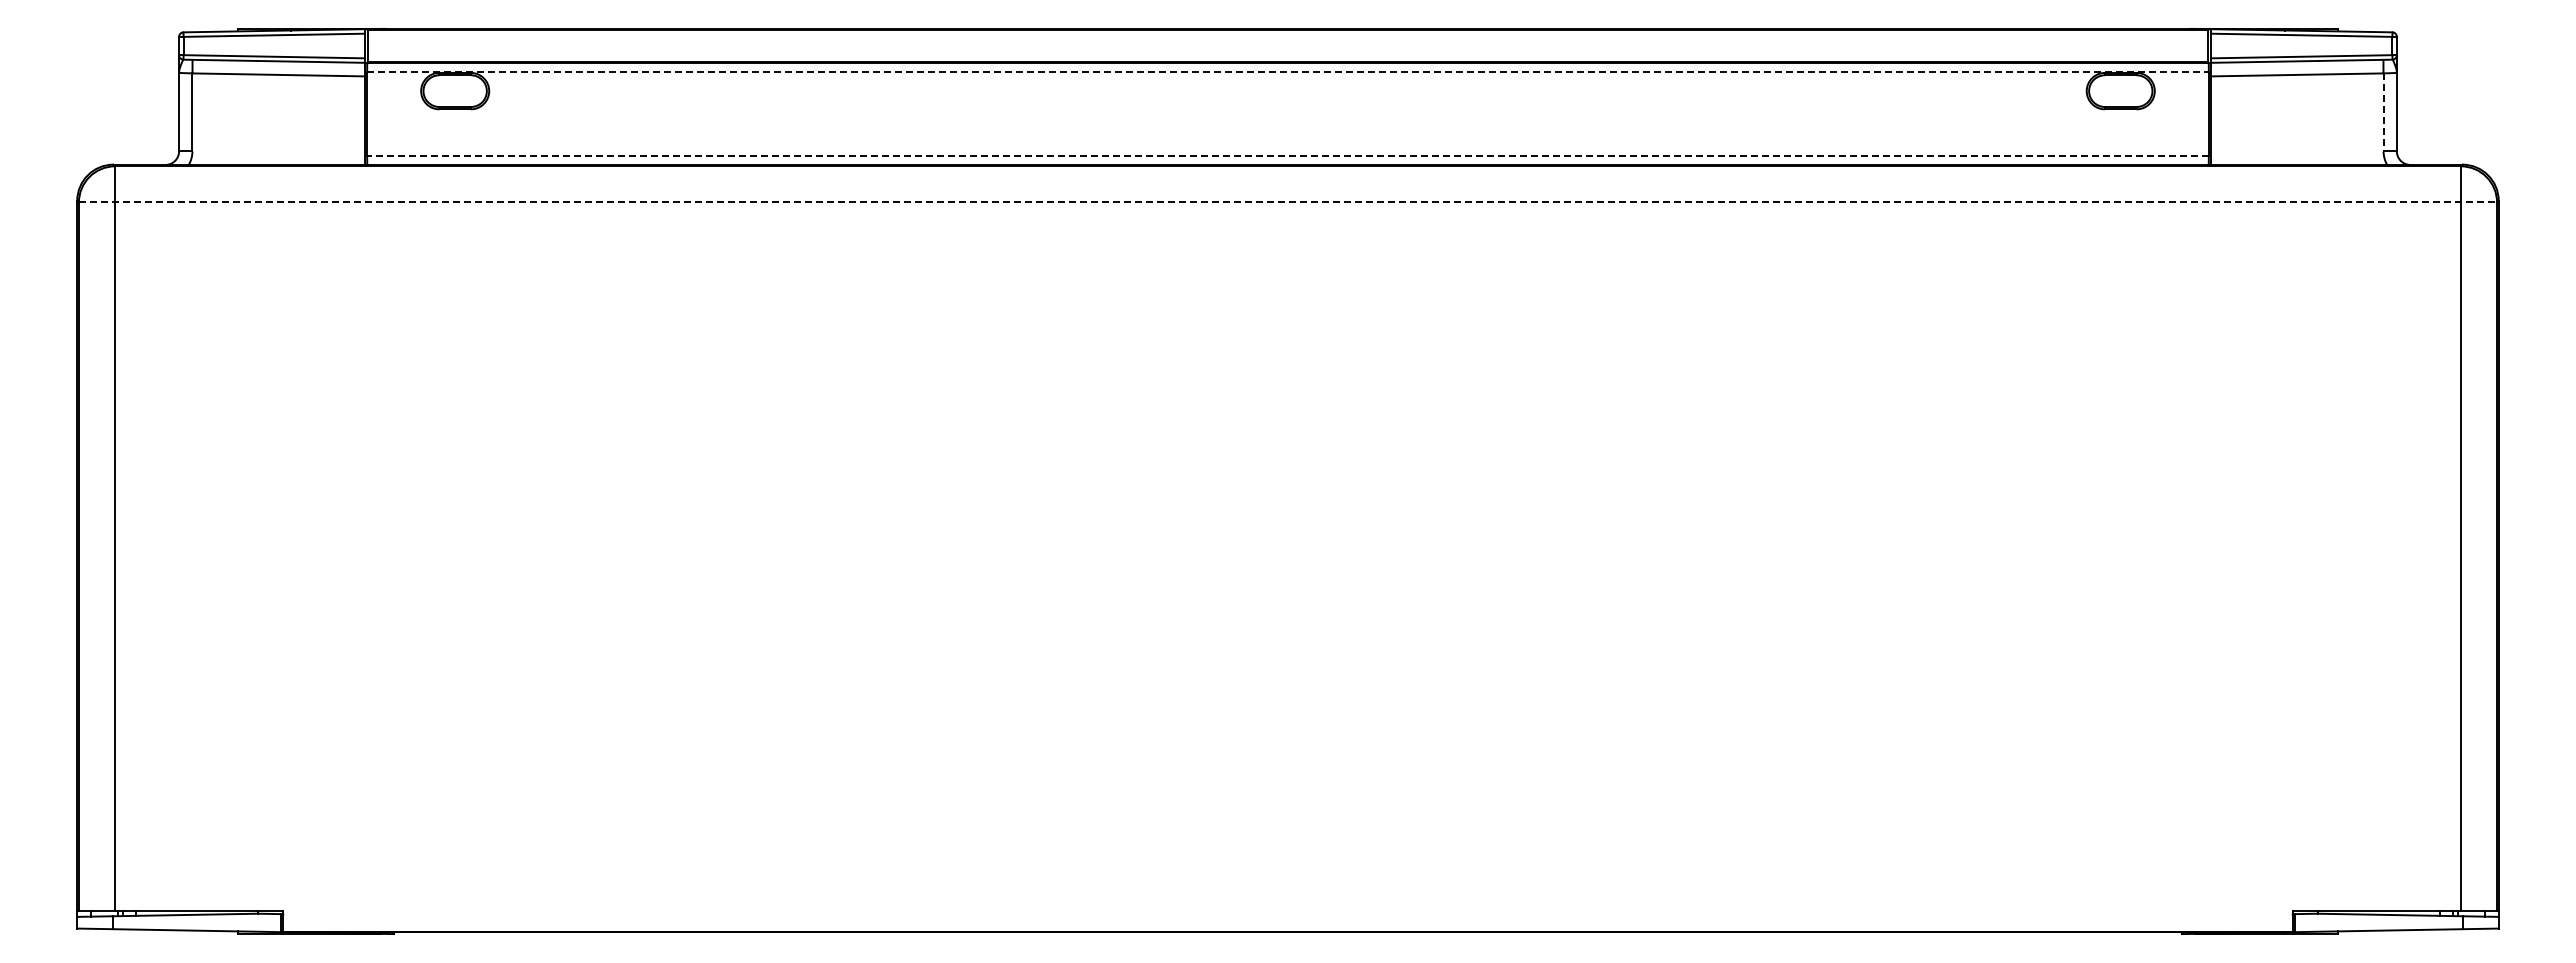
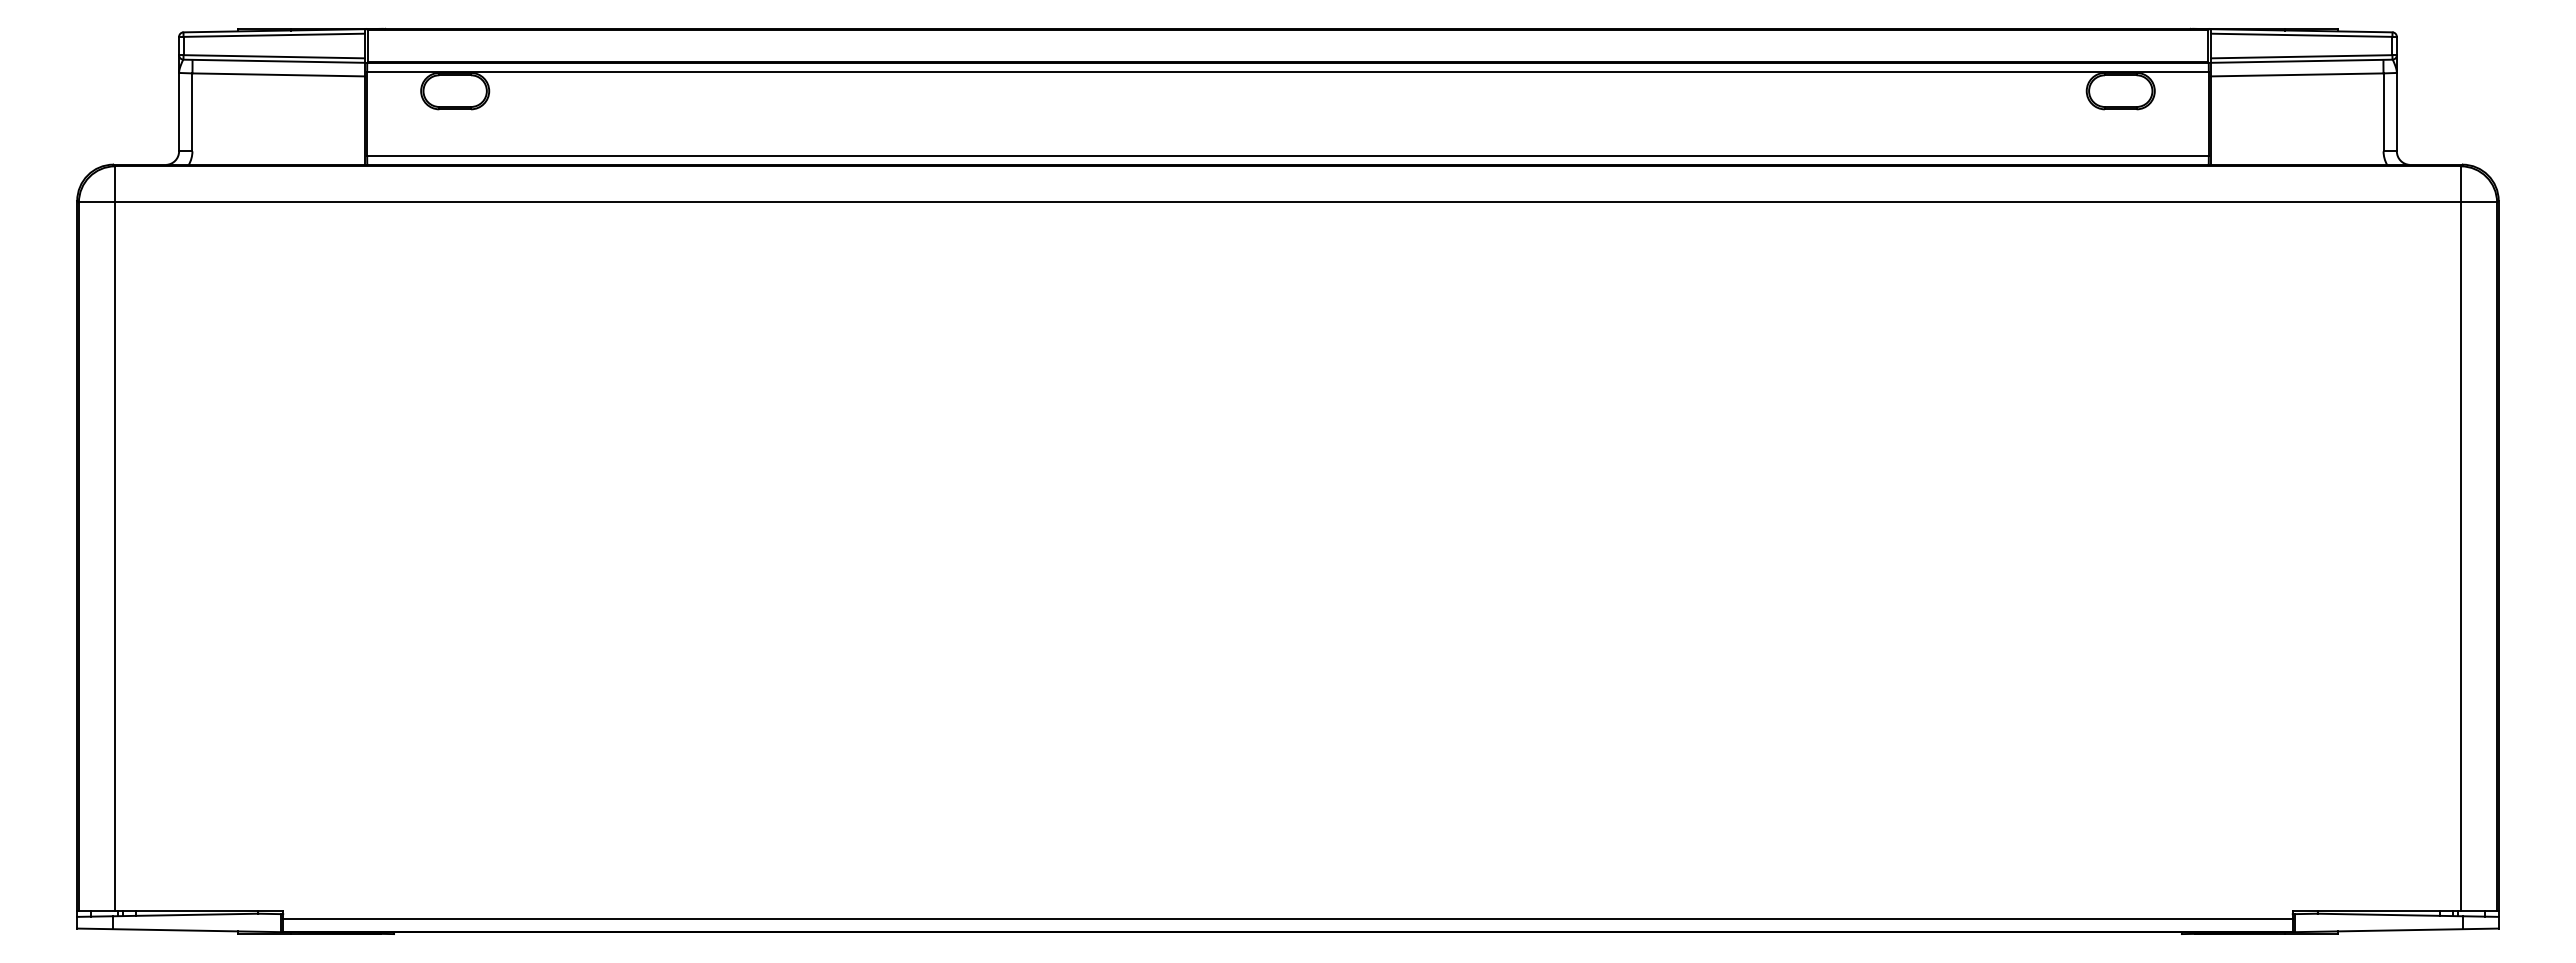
line at (1288, 71): dashed -> solid
line at (2383, 112): dashed -> solid
line at (1288, 155): dashed -> solid
line at (1288, 202): dashed -> solid
line at (1287, 918): none -> present
